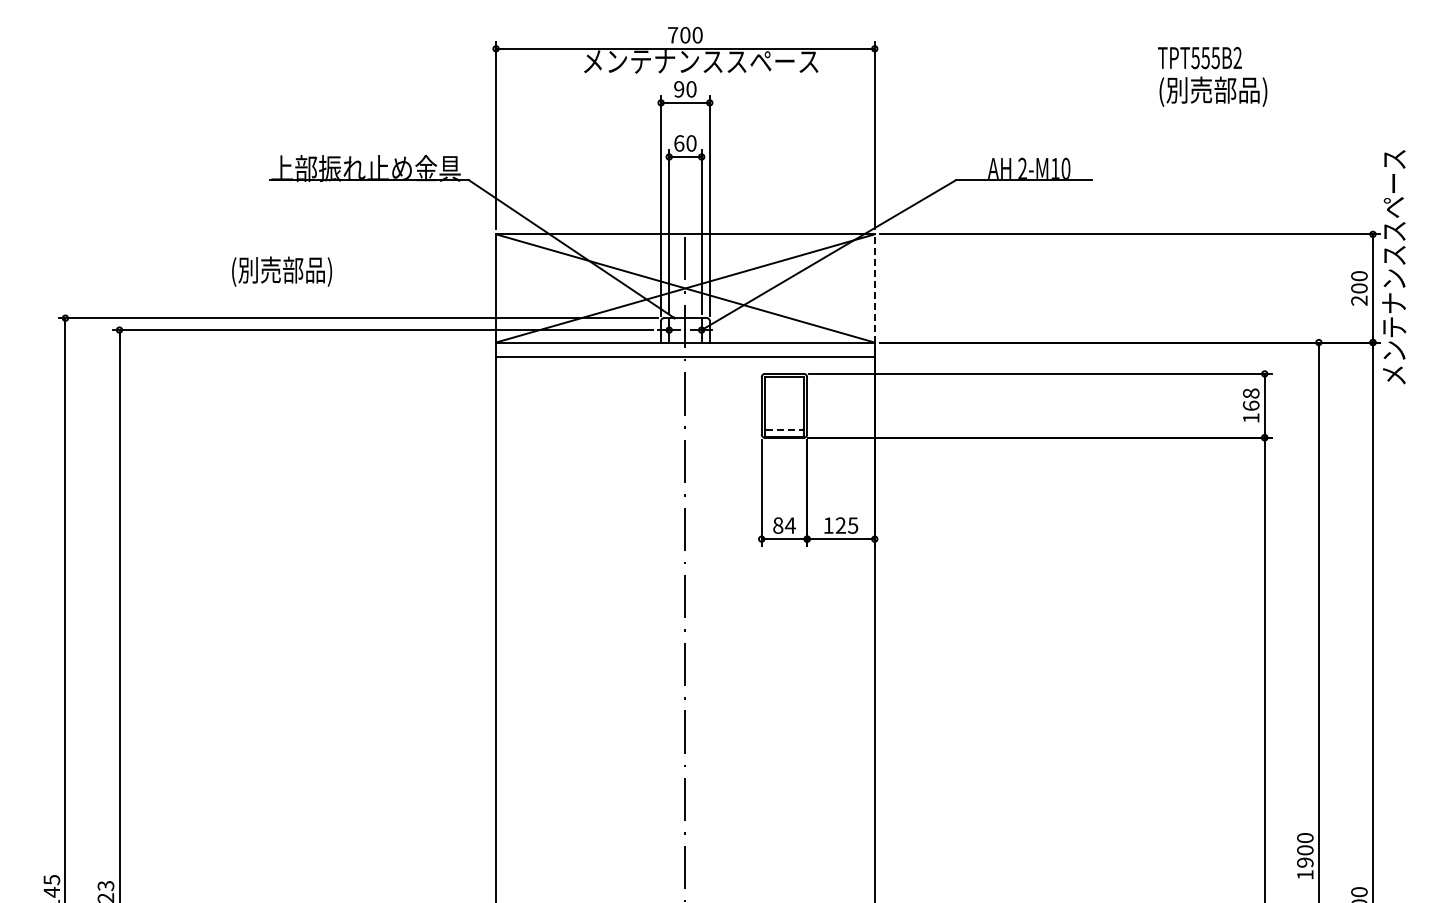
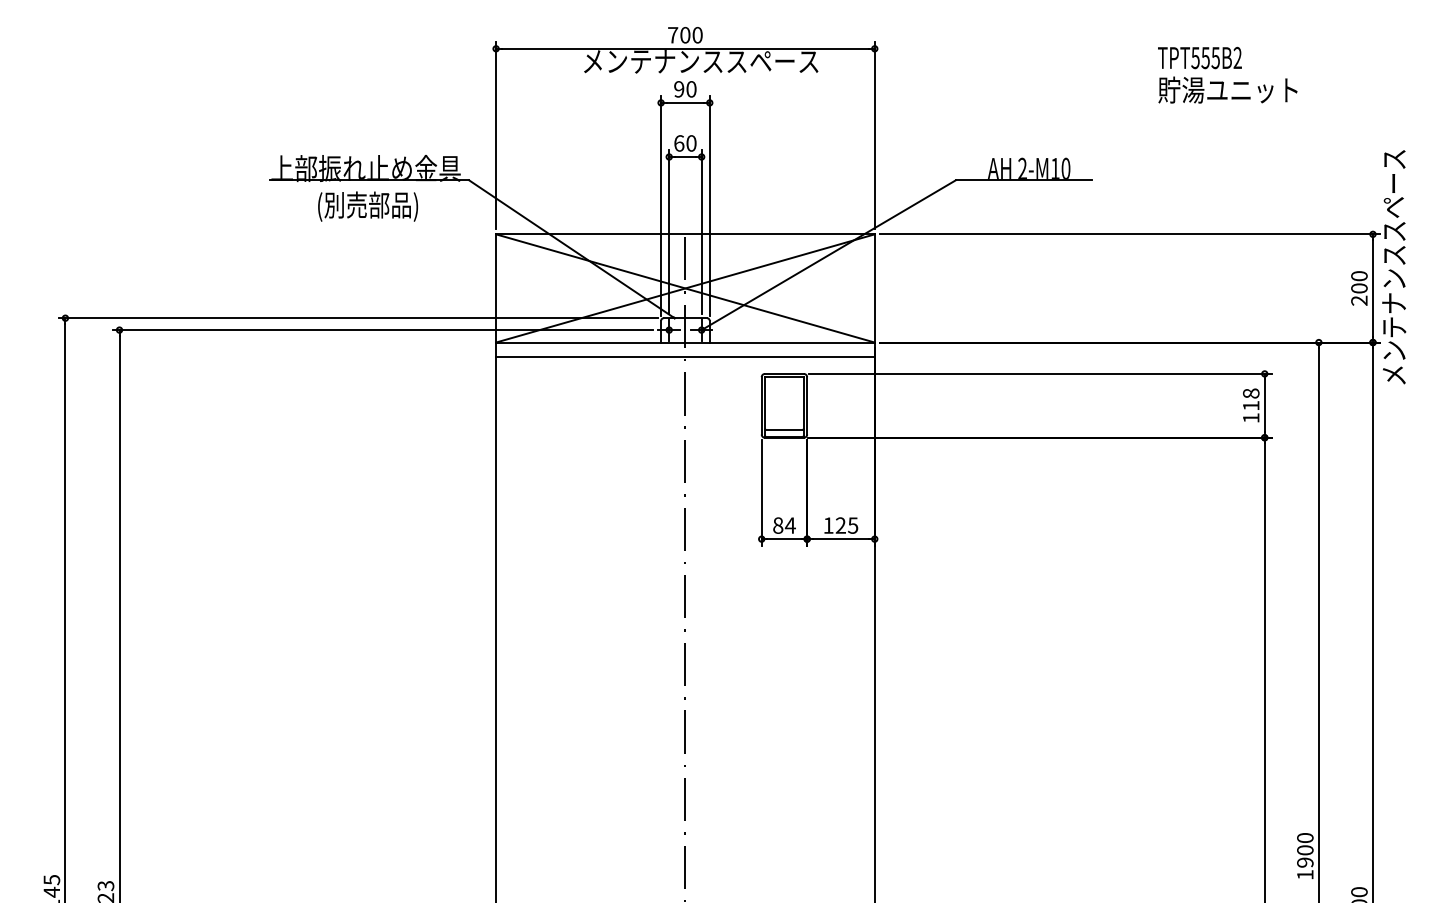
text at (1227, 91): (別売部品) -> 貯湯ユニット
text at (281, 271) position: (281, 271) -> (367, 206)
line at (874, 287): dashed -> solid
text at (1250, 405): 168 -> 118
line at (784, 429): dashed -> solid
